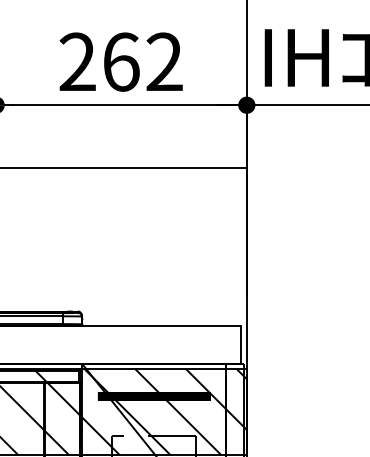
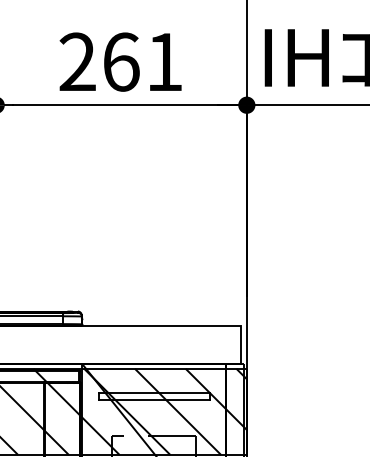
text at (164, 61): 262 -> 261
line at (124, 167): present -> none
hatch at (153, 395): present -> none
